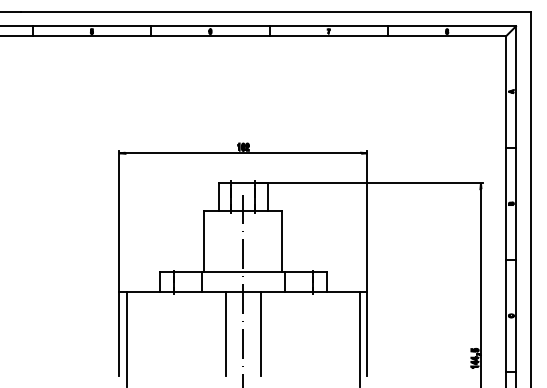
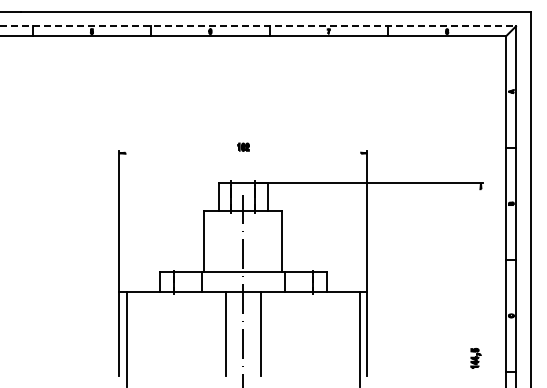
line at (258, 26): solid -> dashed
line at (243, 153): present -> none
line at (480, 286): present -> none
